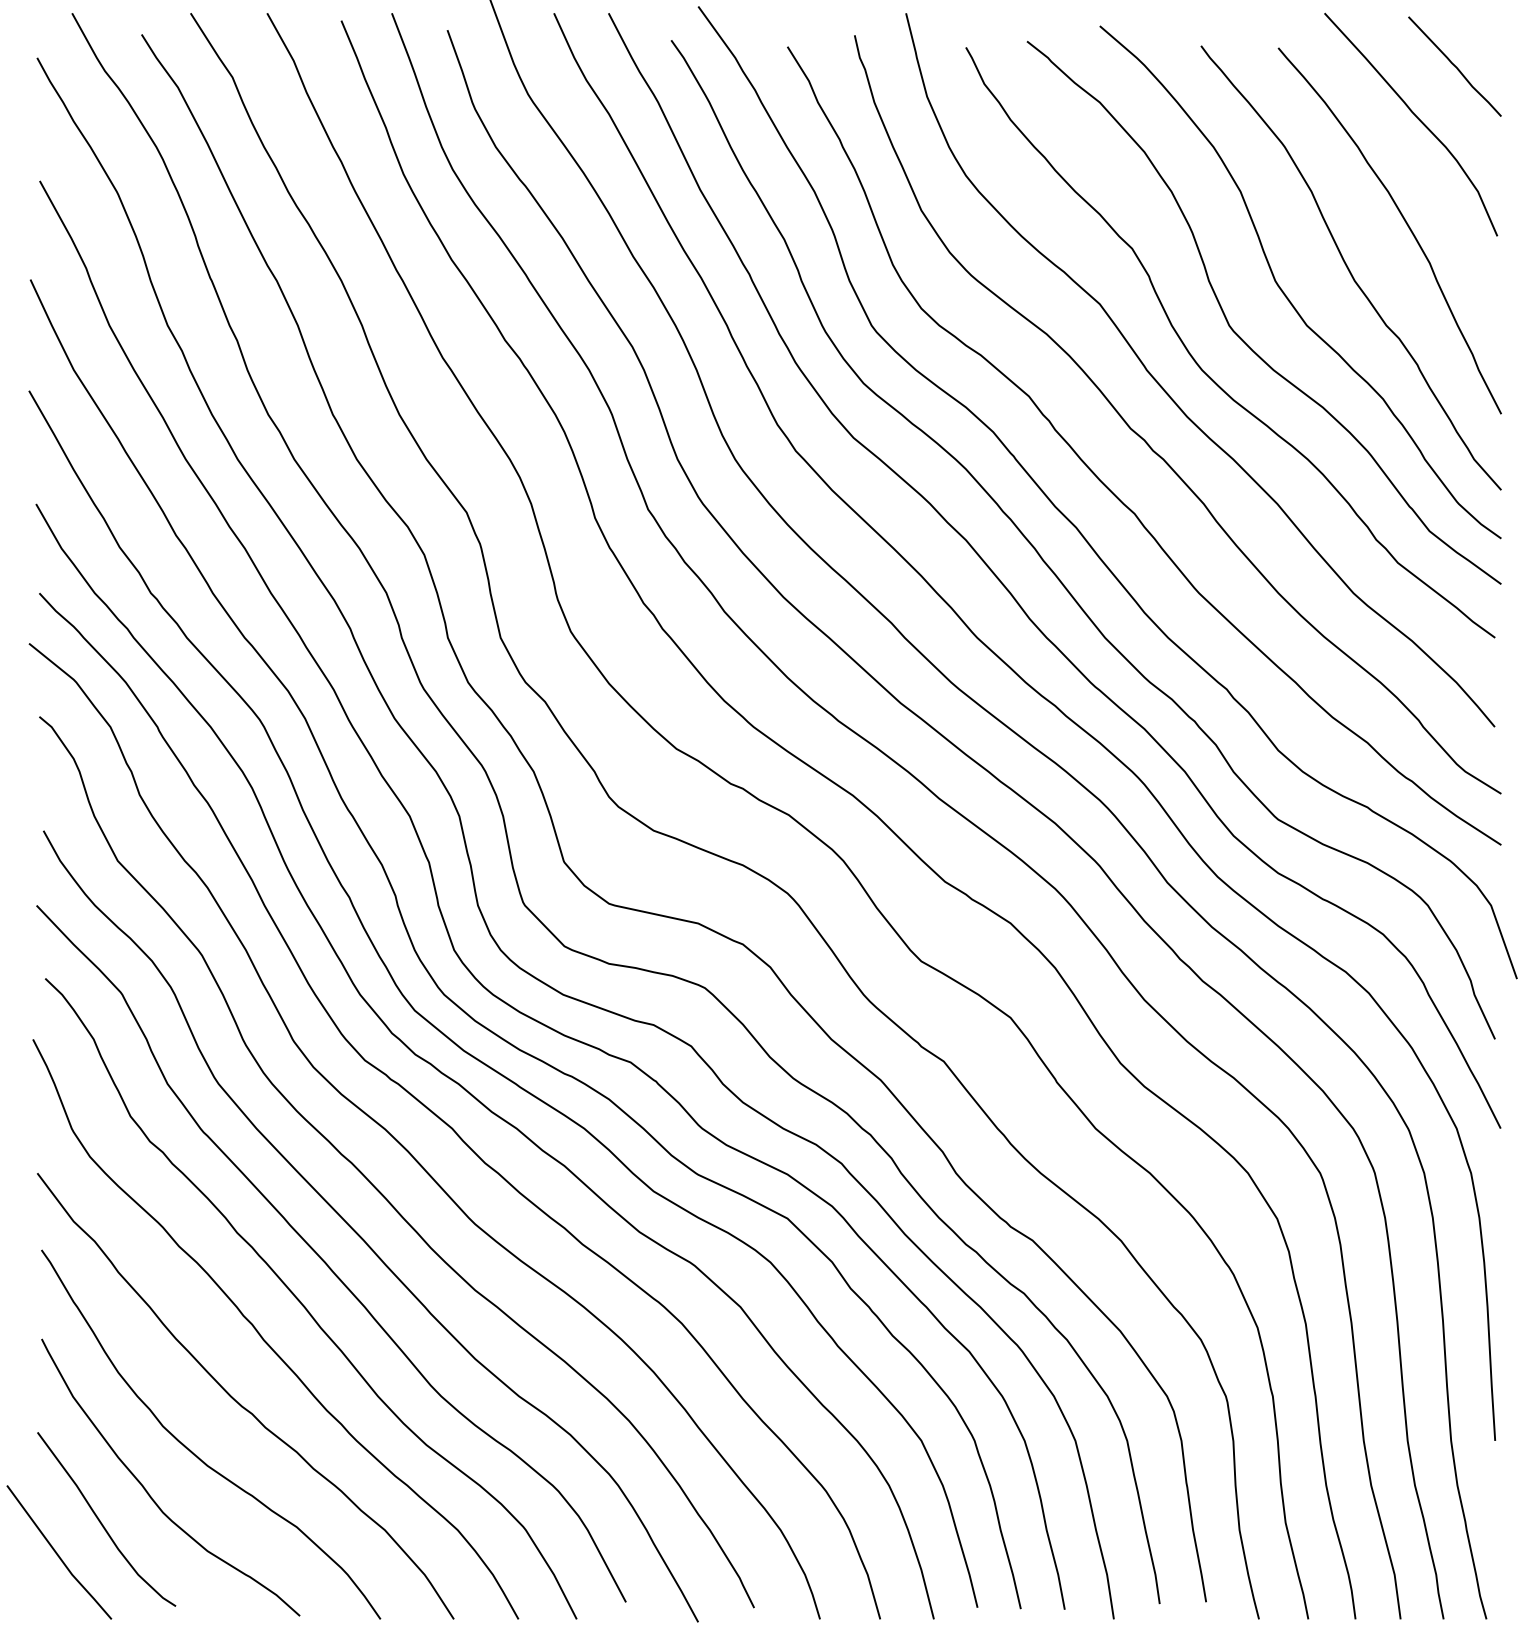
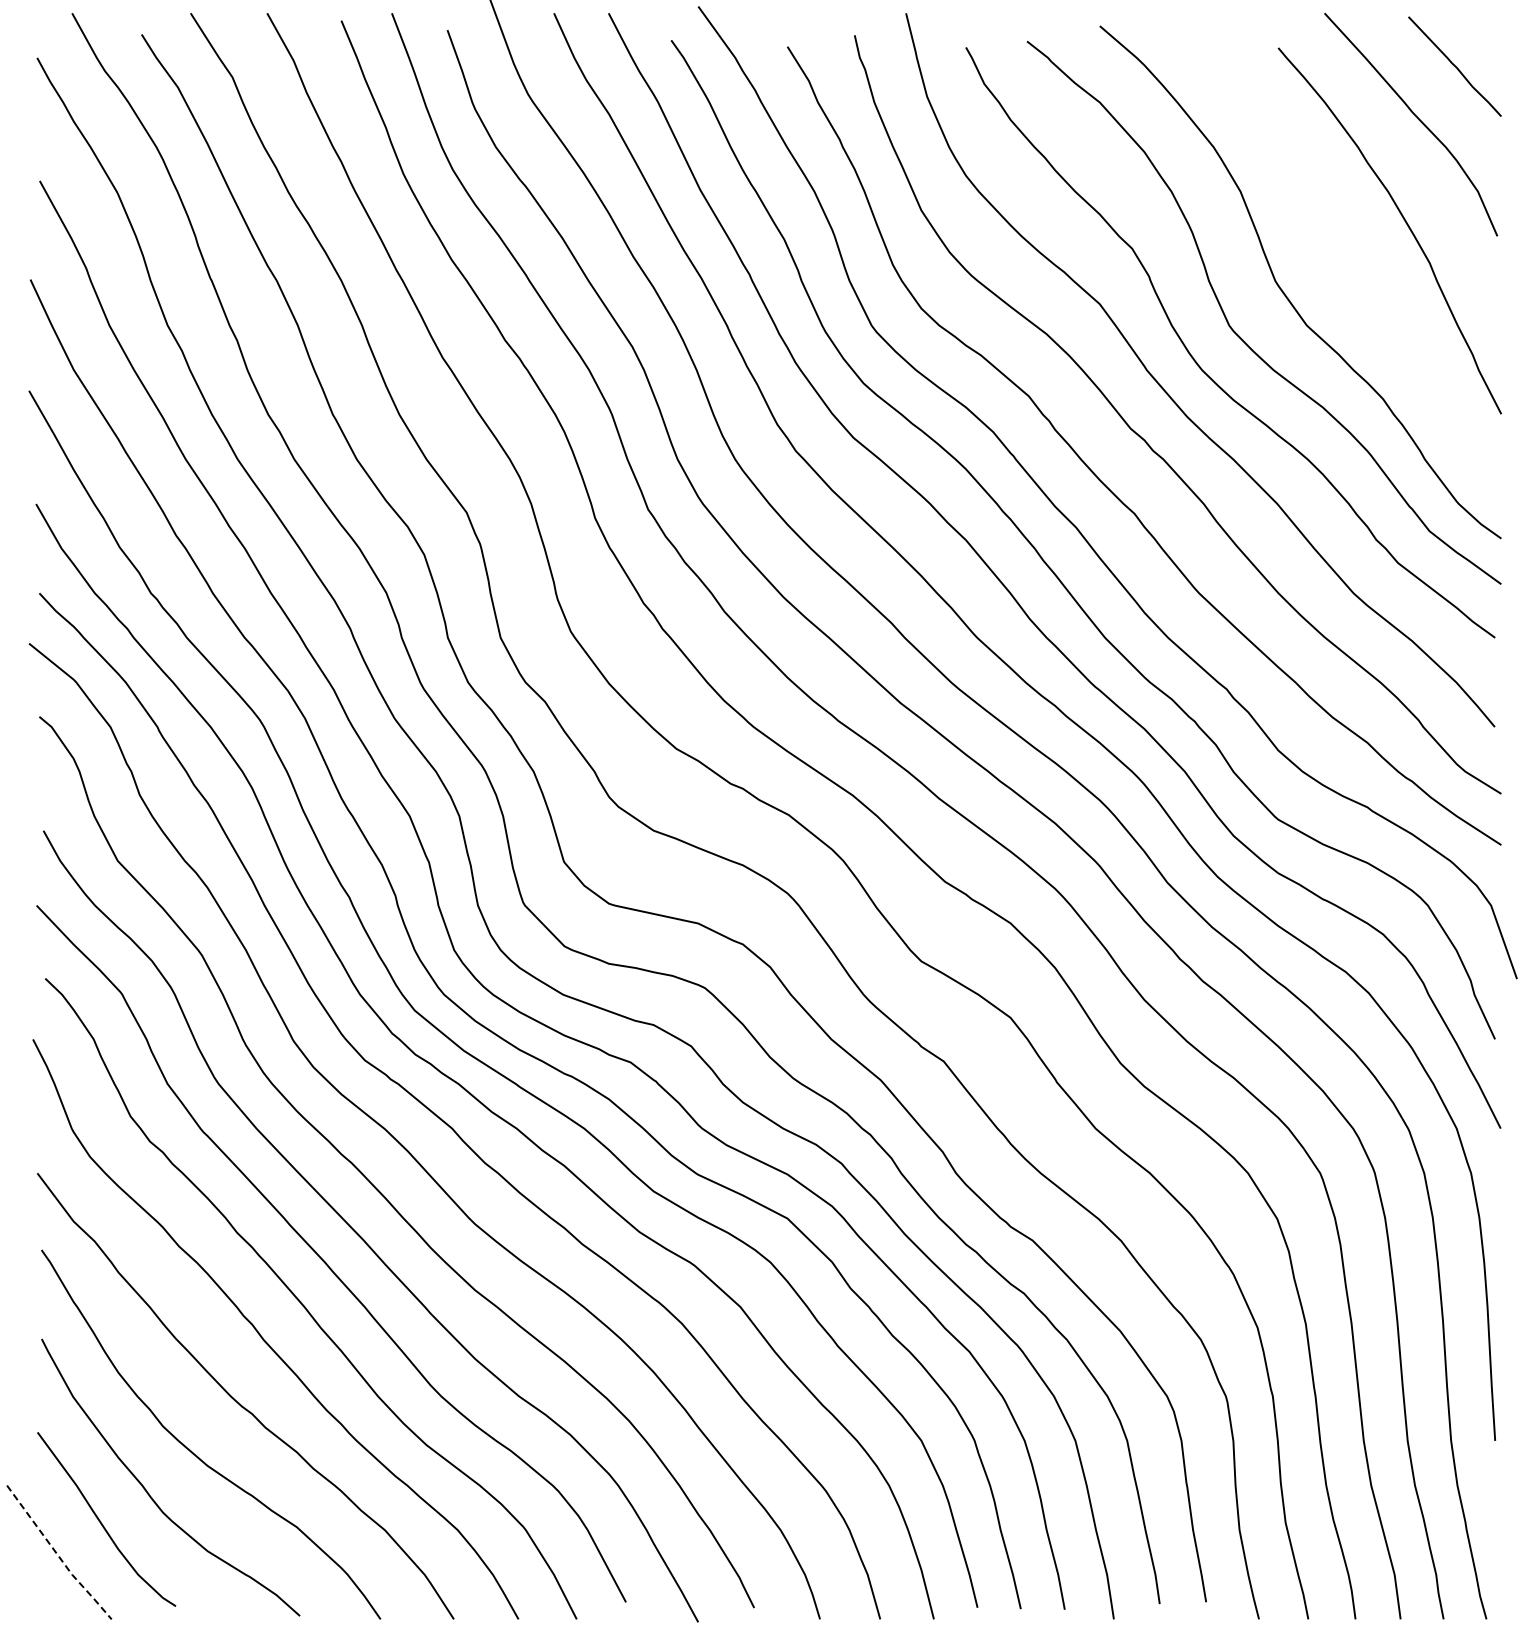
curve at (1349, 268): present -> none
line at (58, 1555): solid -> dashed
